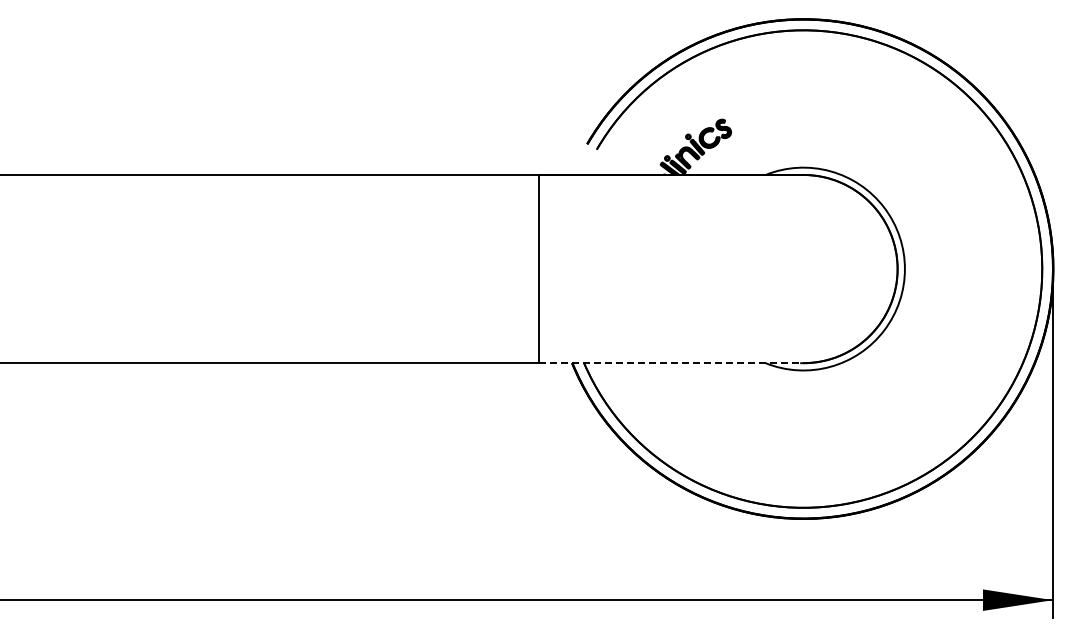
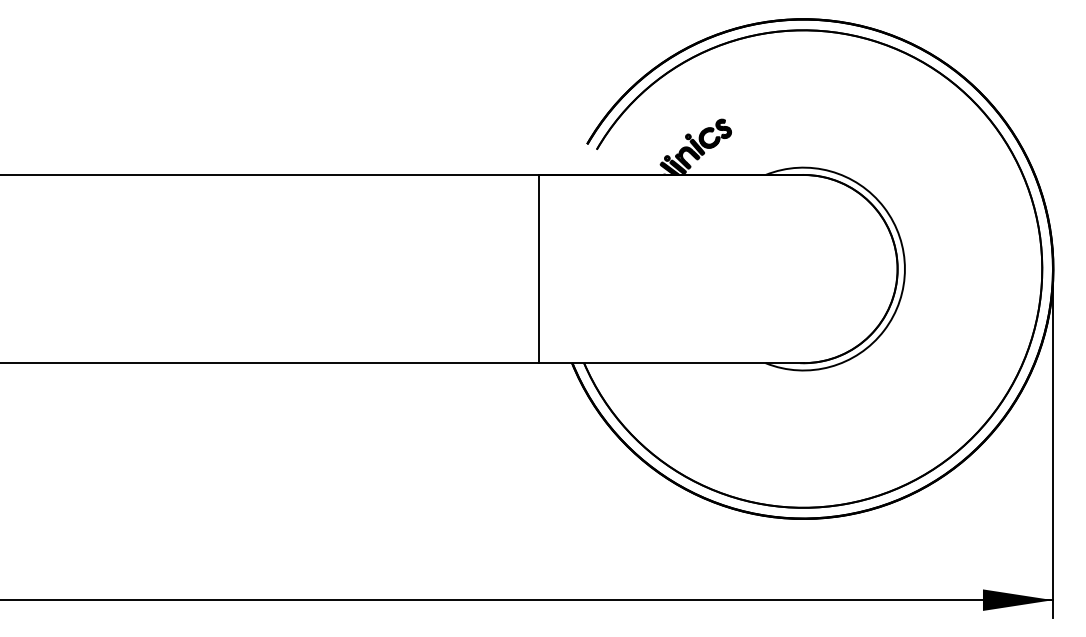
line at (671, 363): dashed -> solid
